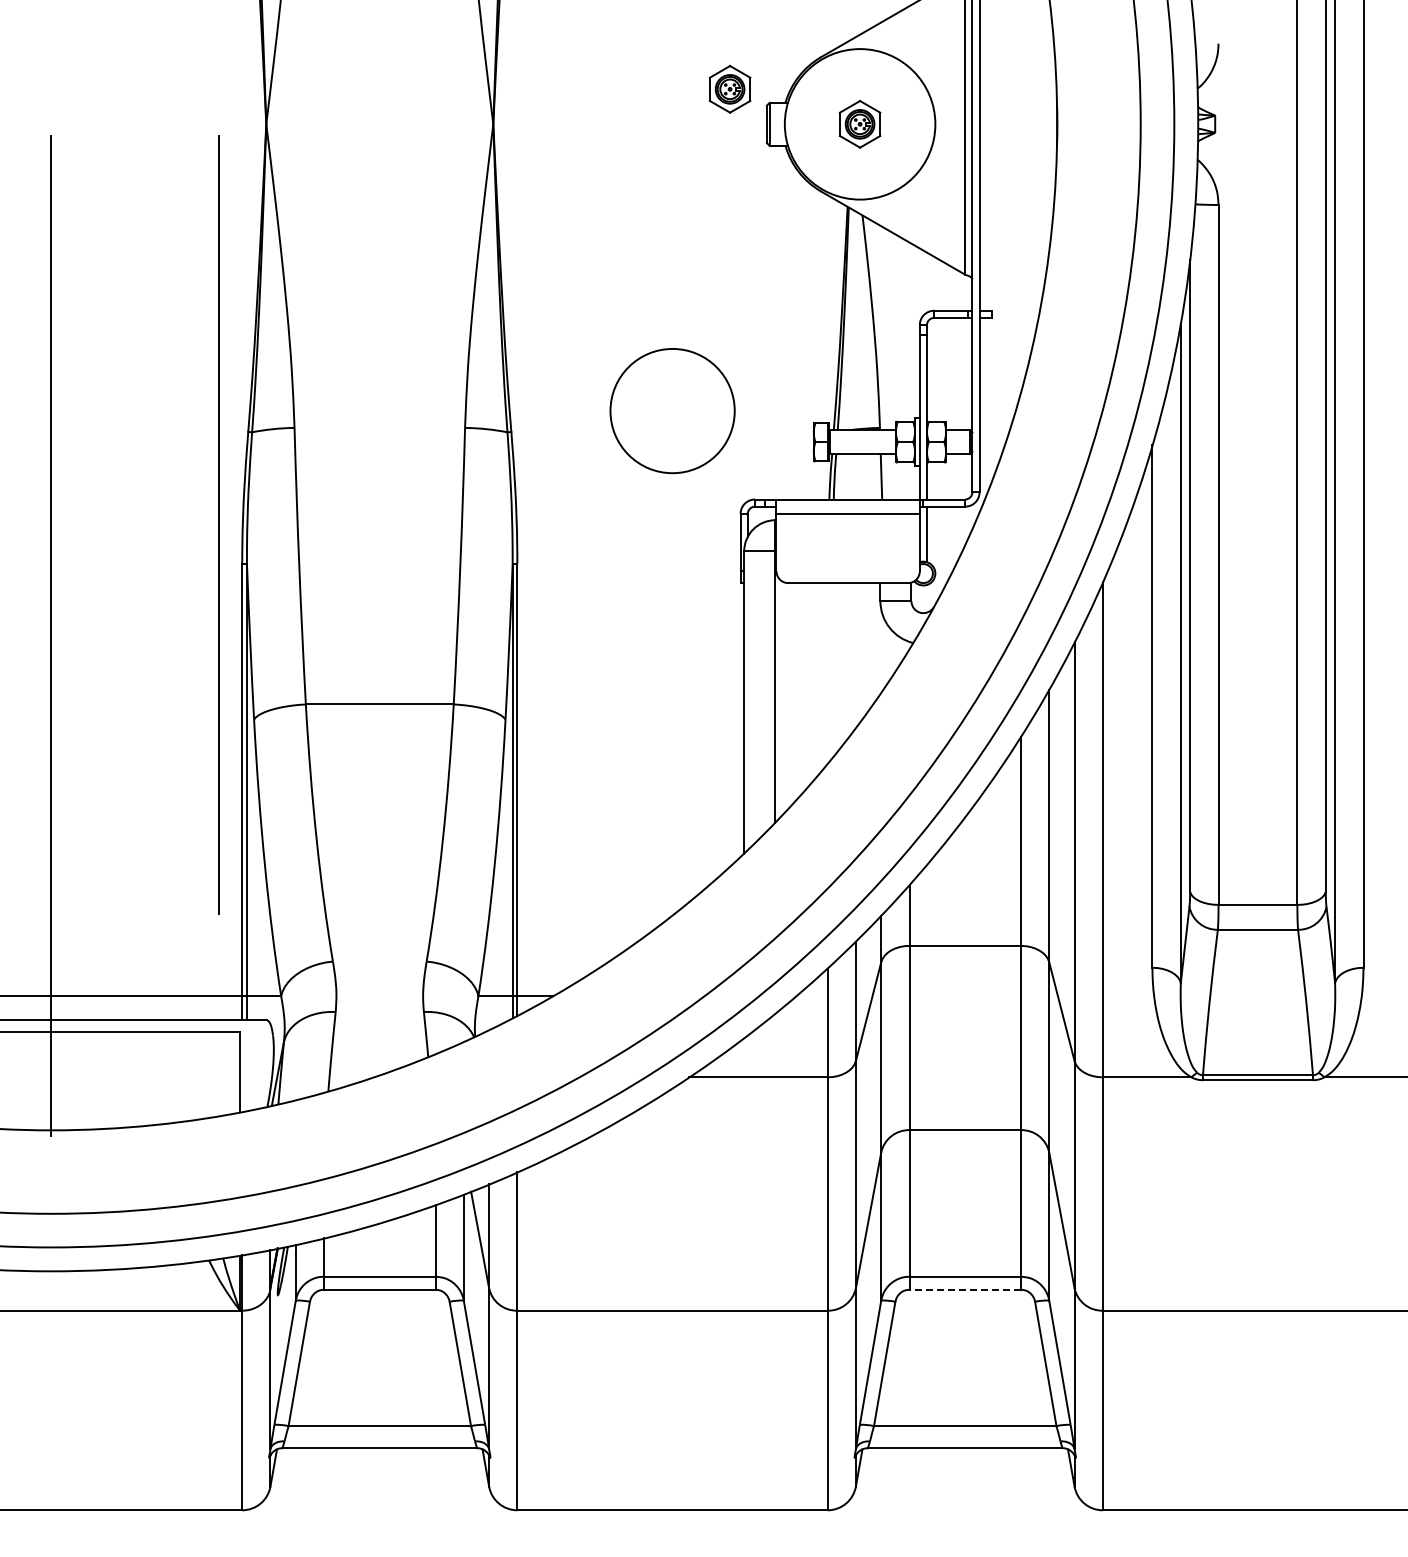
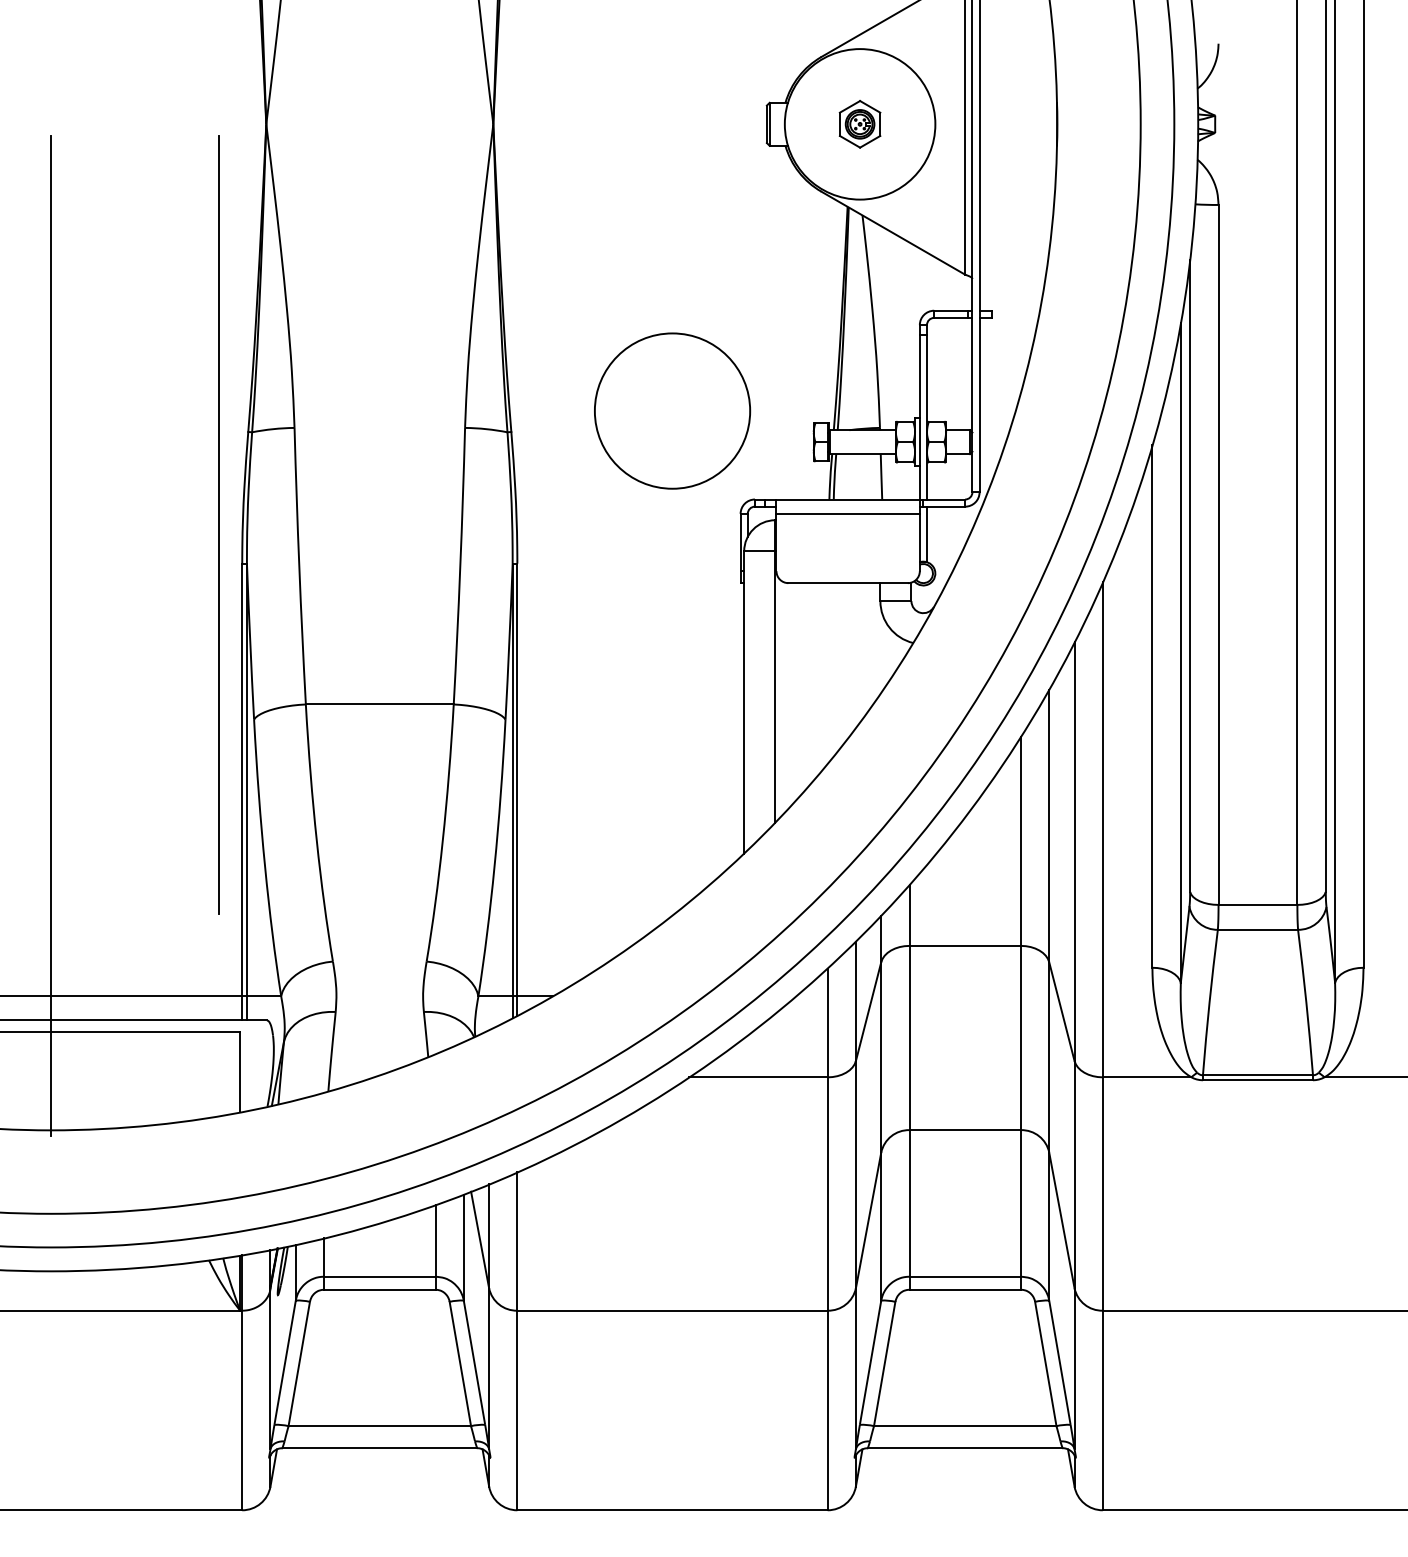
part at (729, 89): present -> none
circle at (672, 411) size: 127x127 px -> 158x158 px
line at (965, 1289): dashed -> solid
